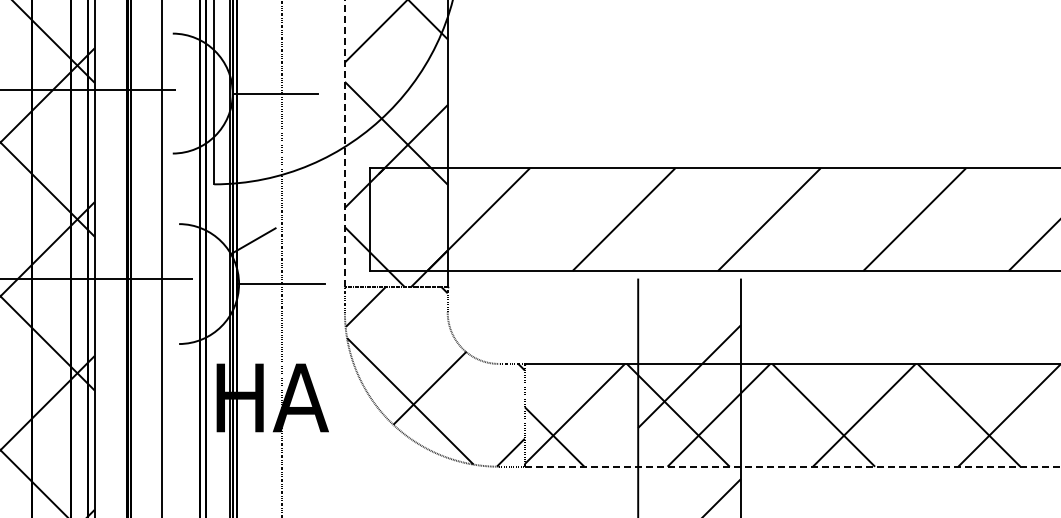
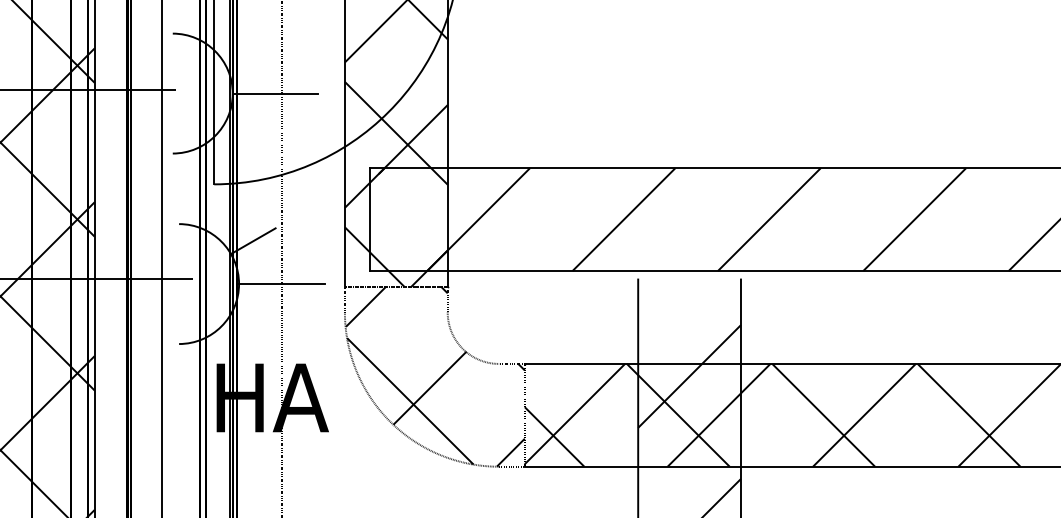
line at (344, 142): dashed -> solid
line at (792, 466): dashed -> solid
